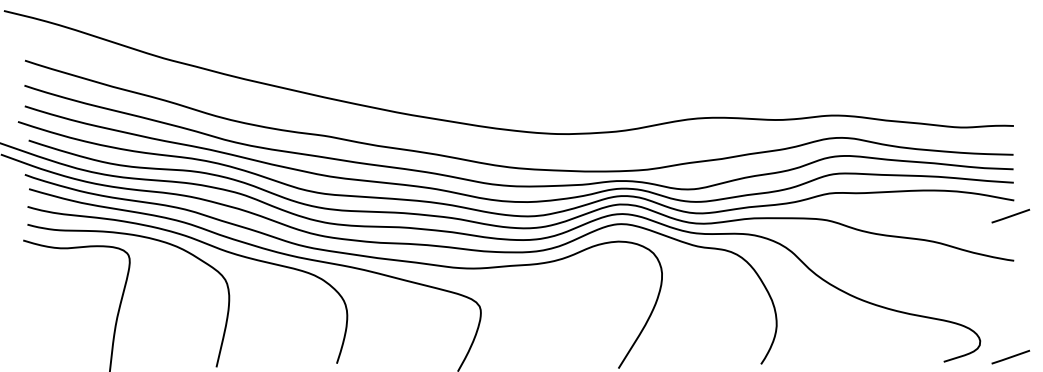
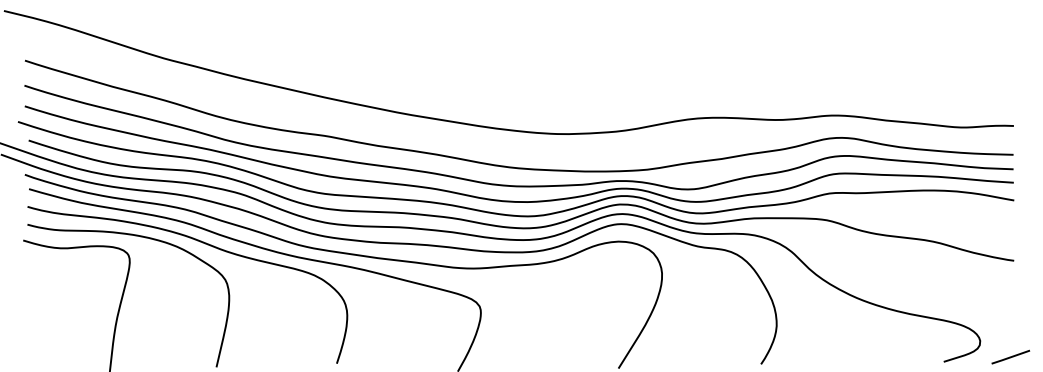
line at (1010, 215): present -> none
